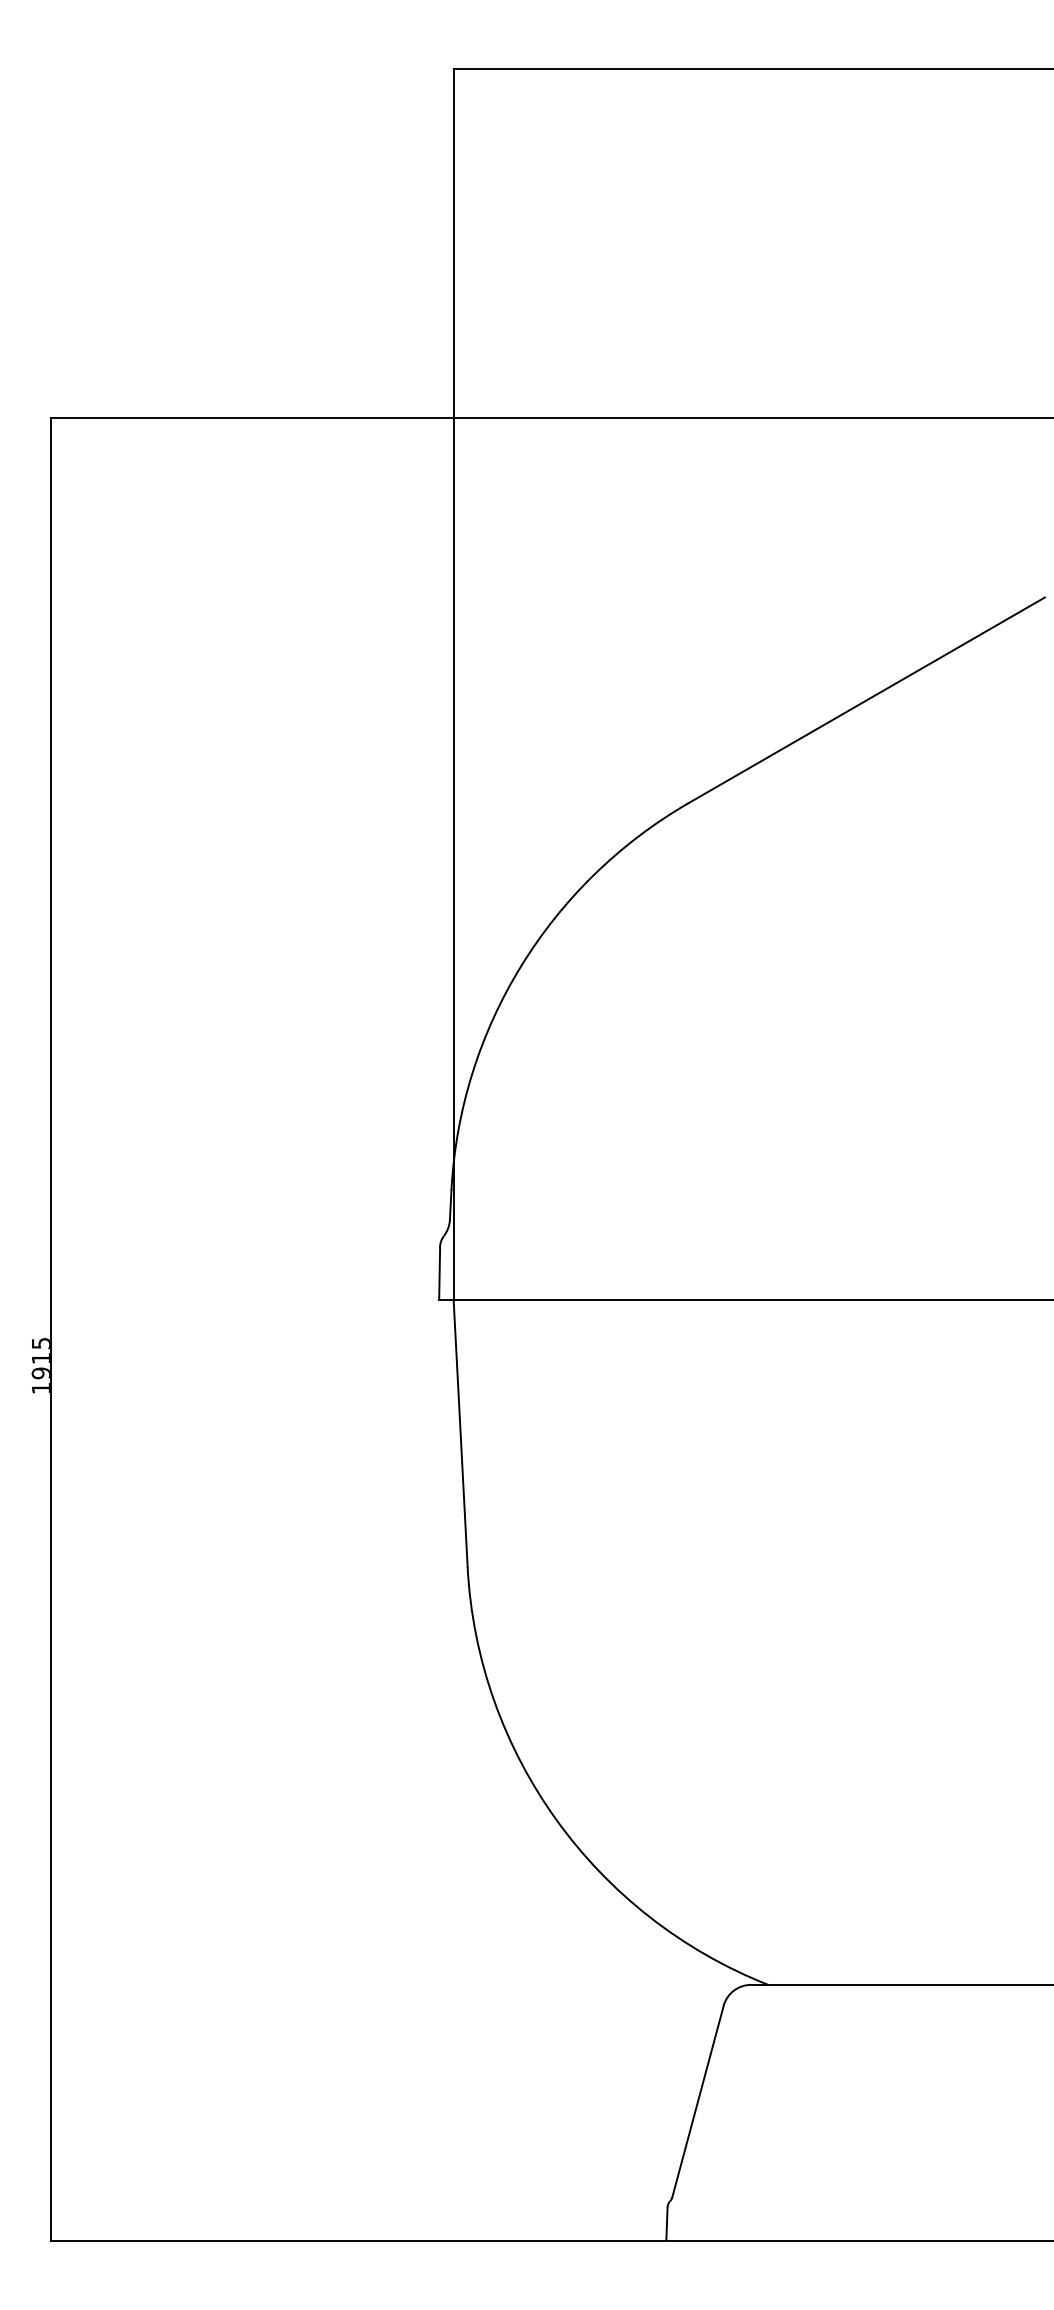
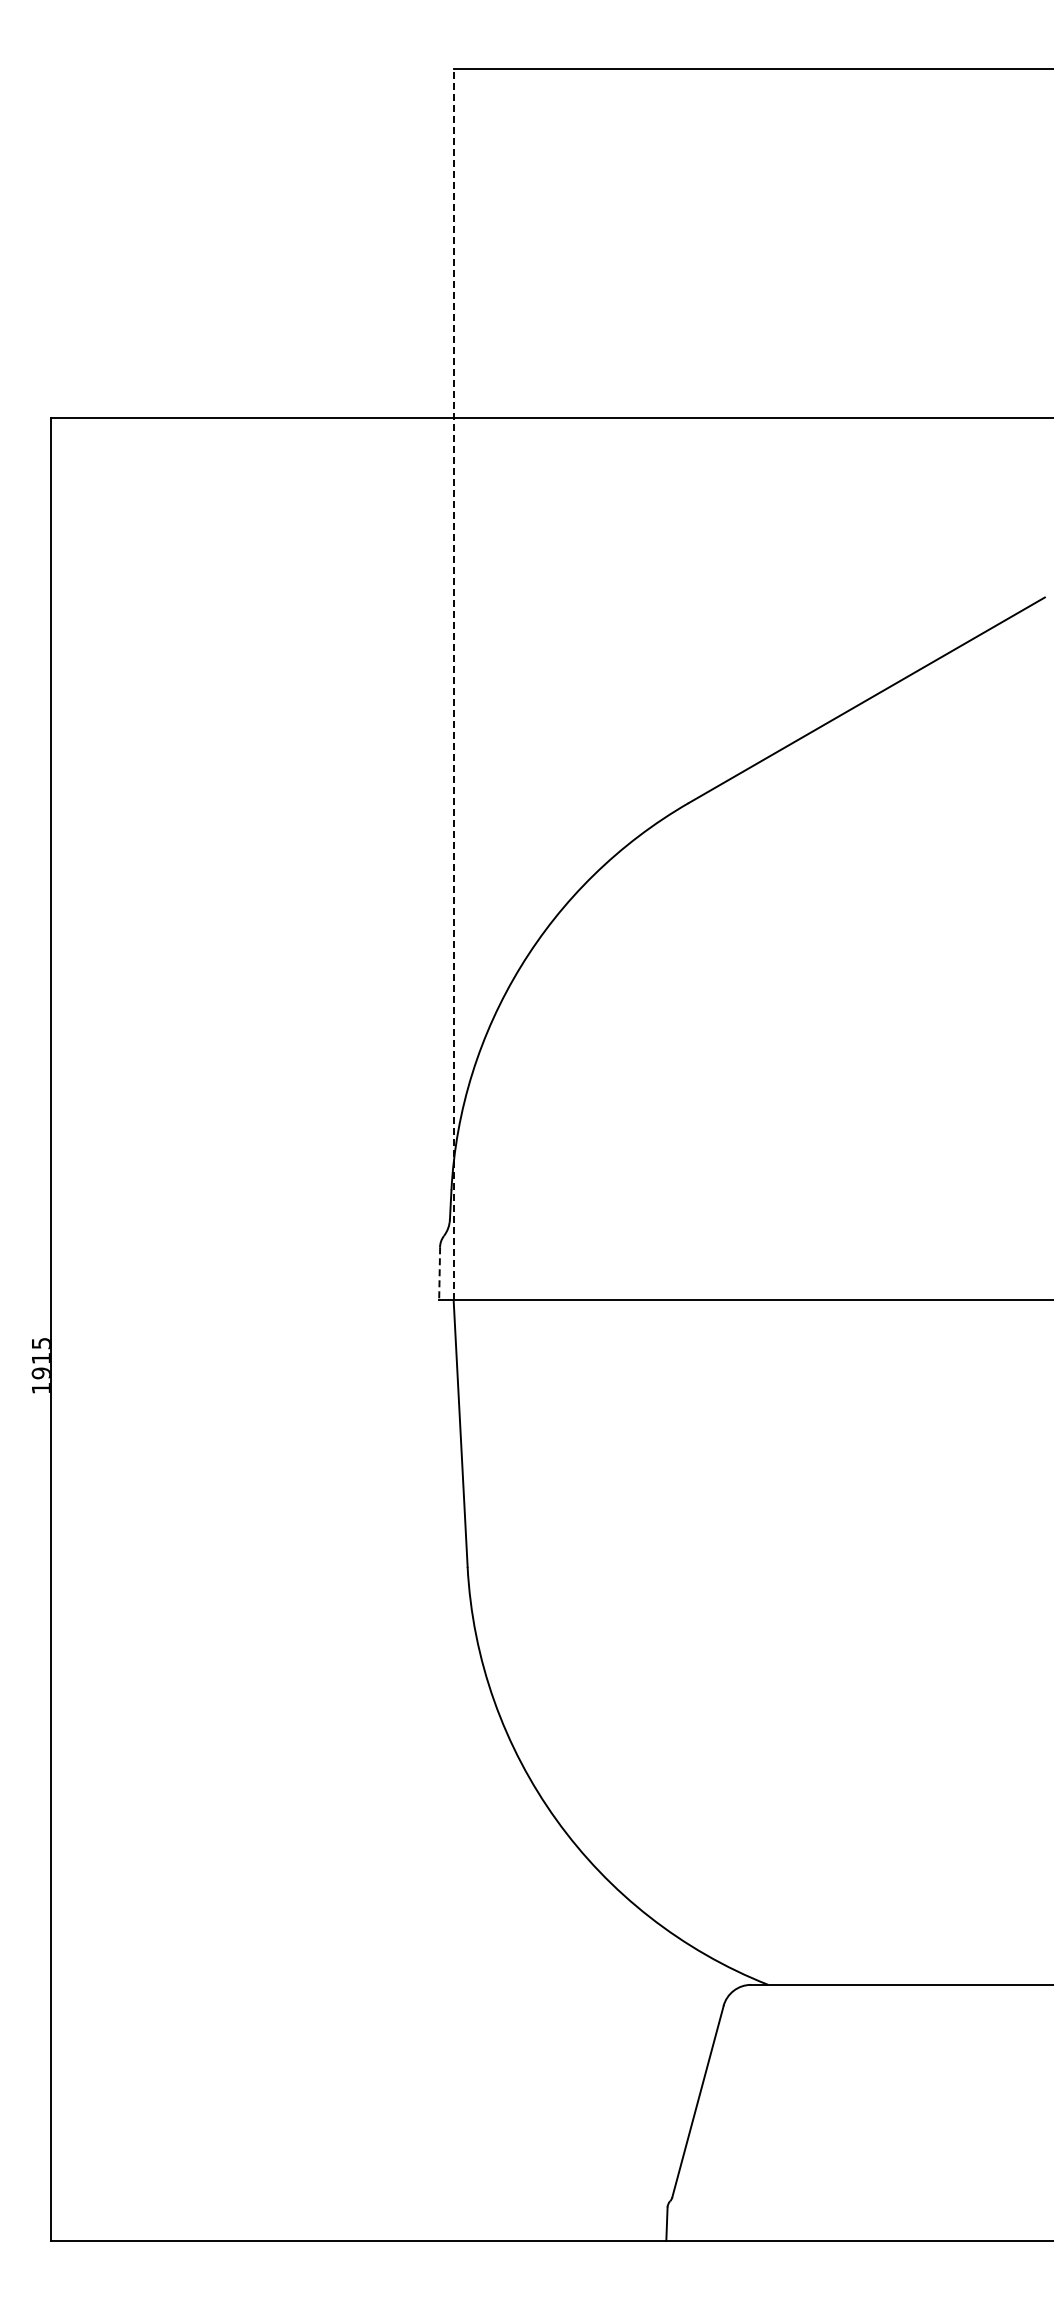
line at (453, 684): solid -> dashed
line at (439, 1274): solid -> dashed
